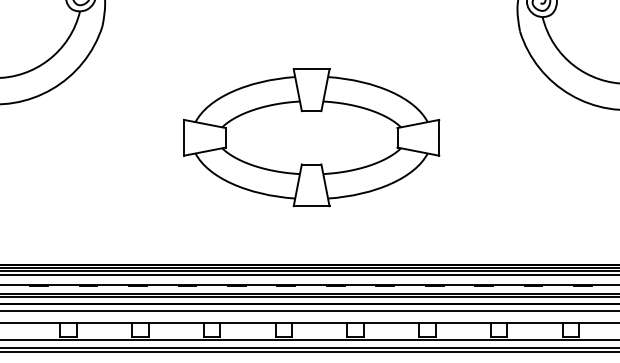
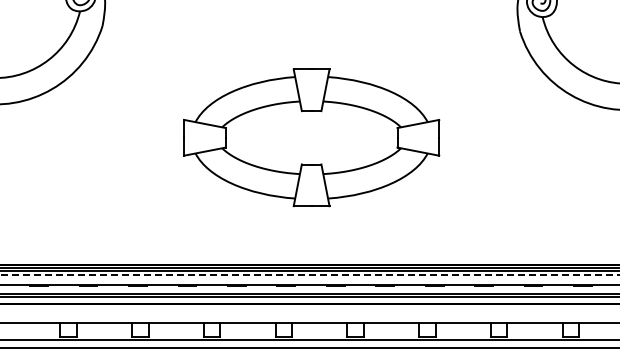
line at (310, 275): solid -> dashed
line at (309, 310): present -> none
line at (309, 352): present -> none
